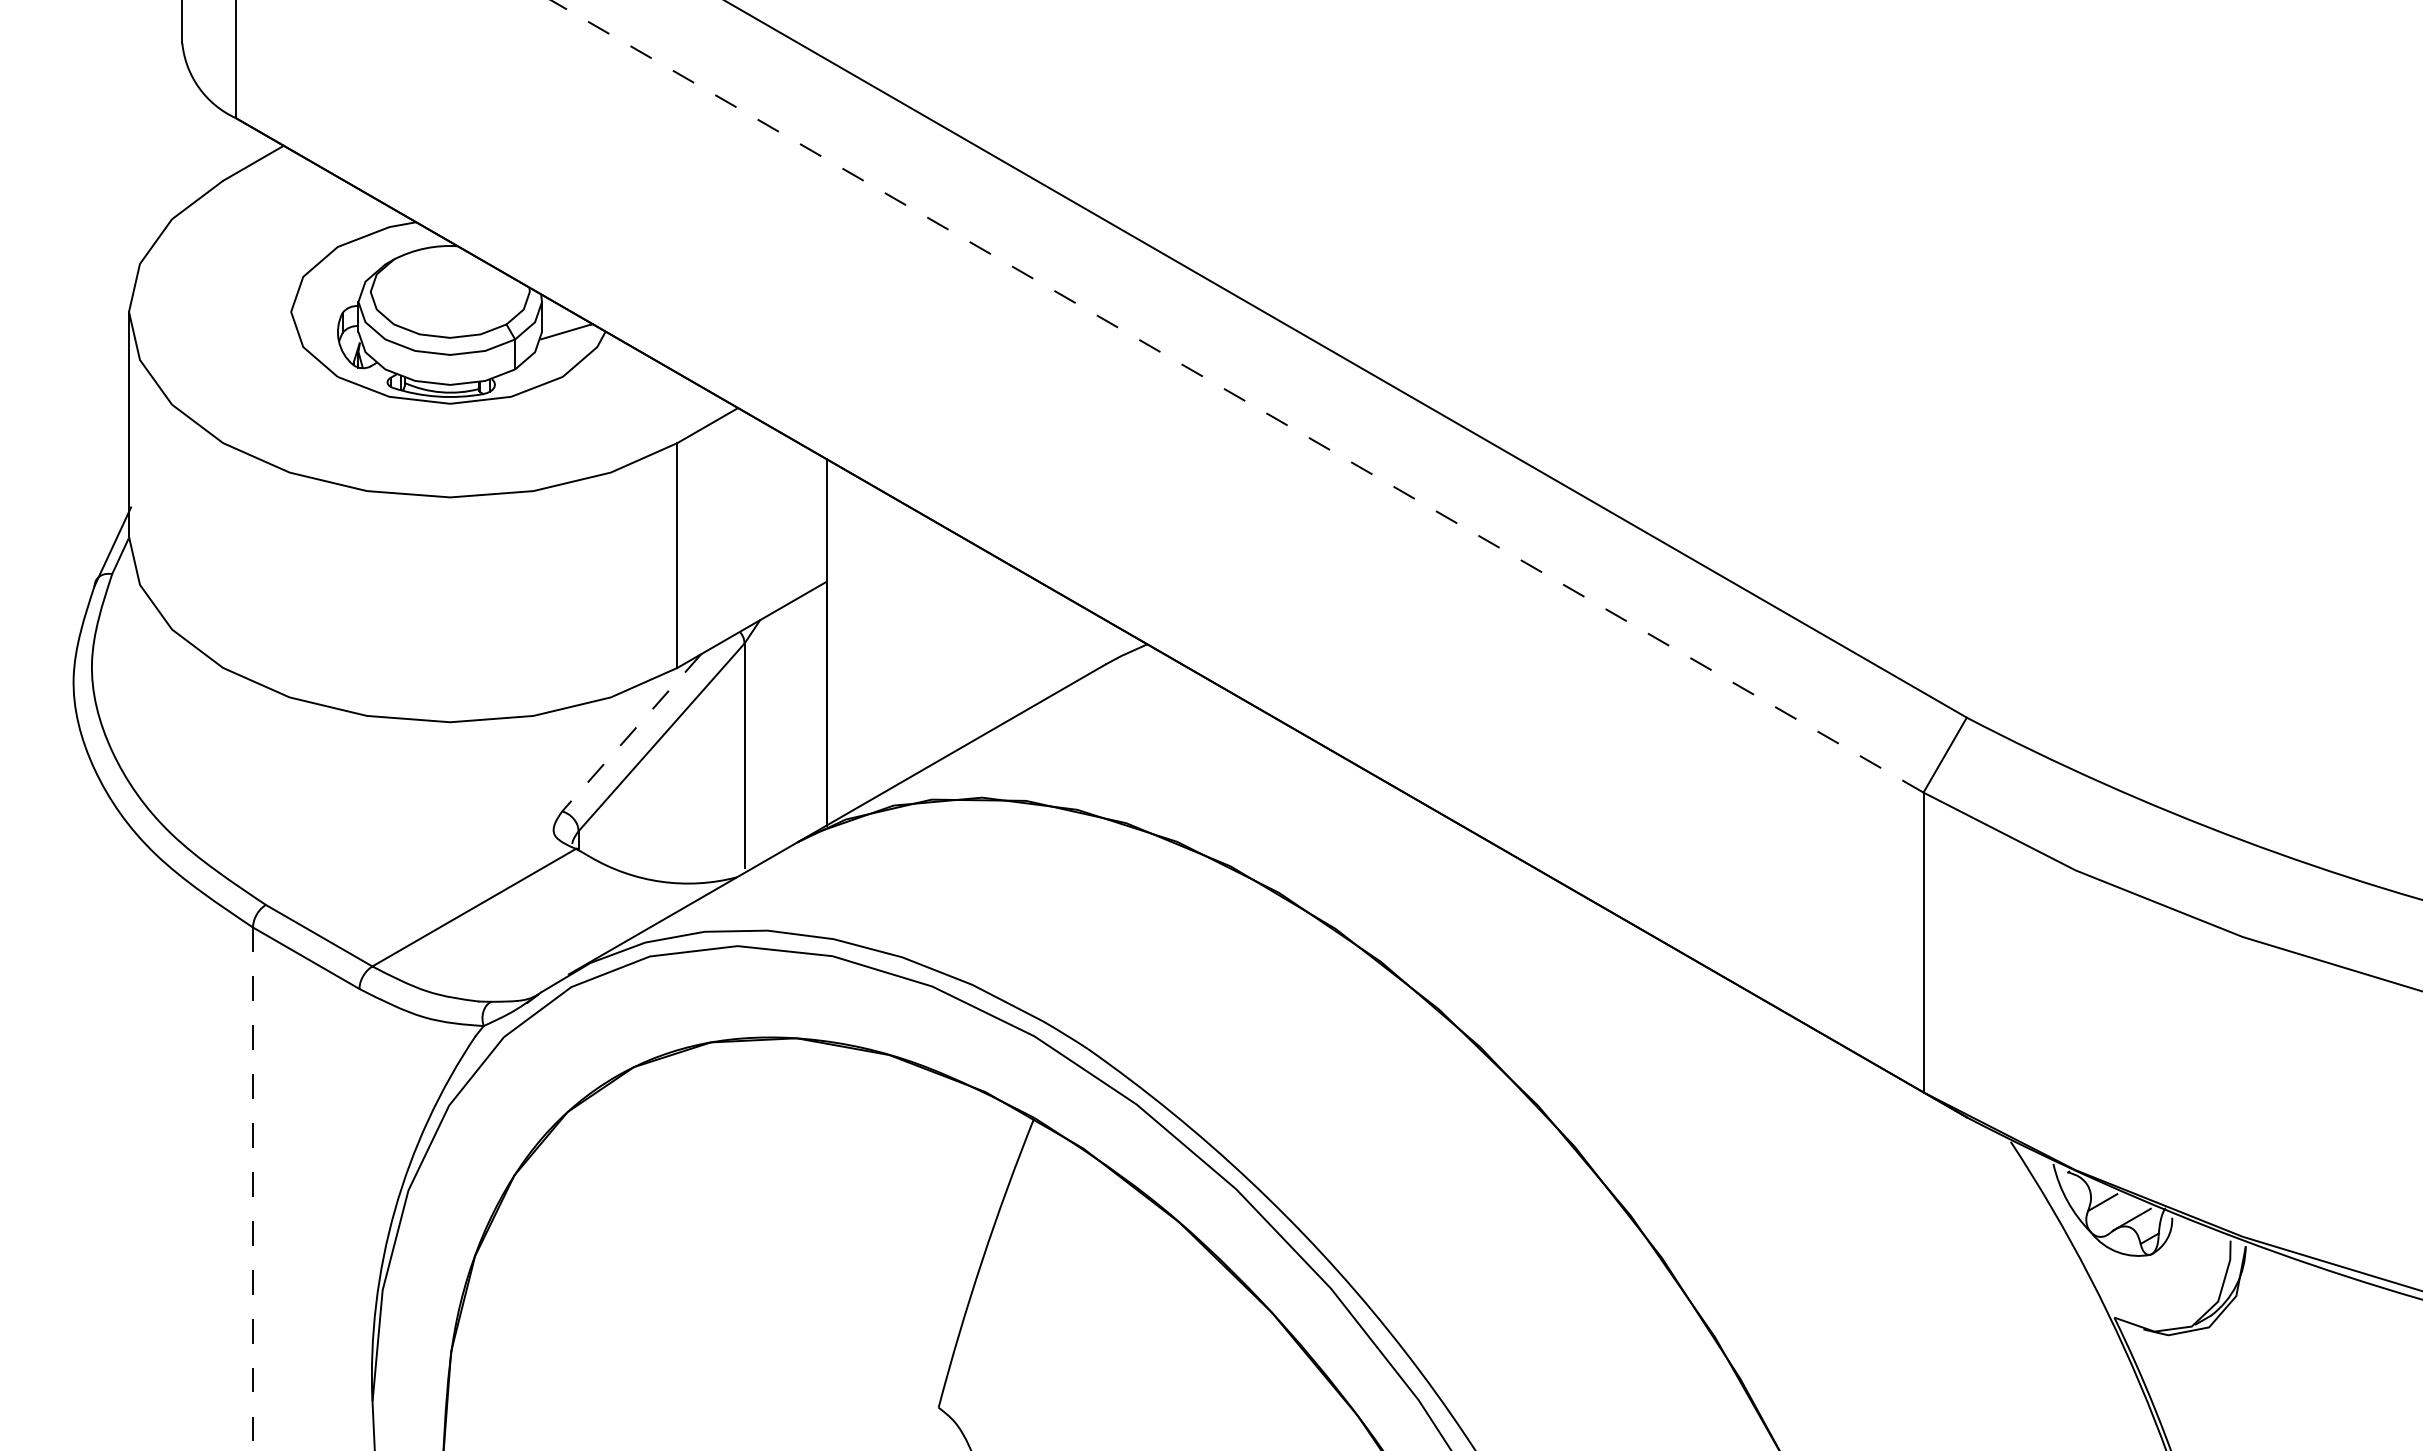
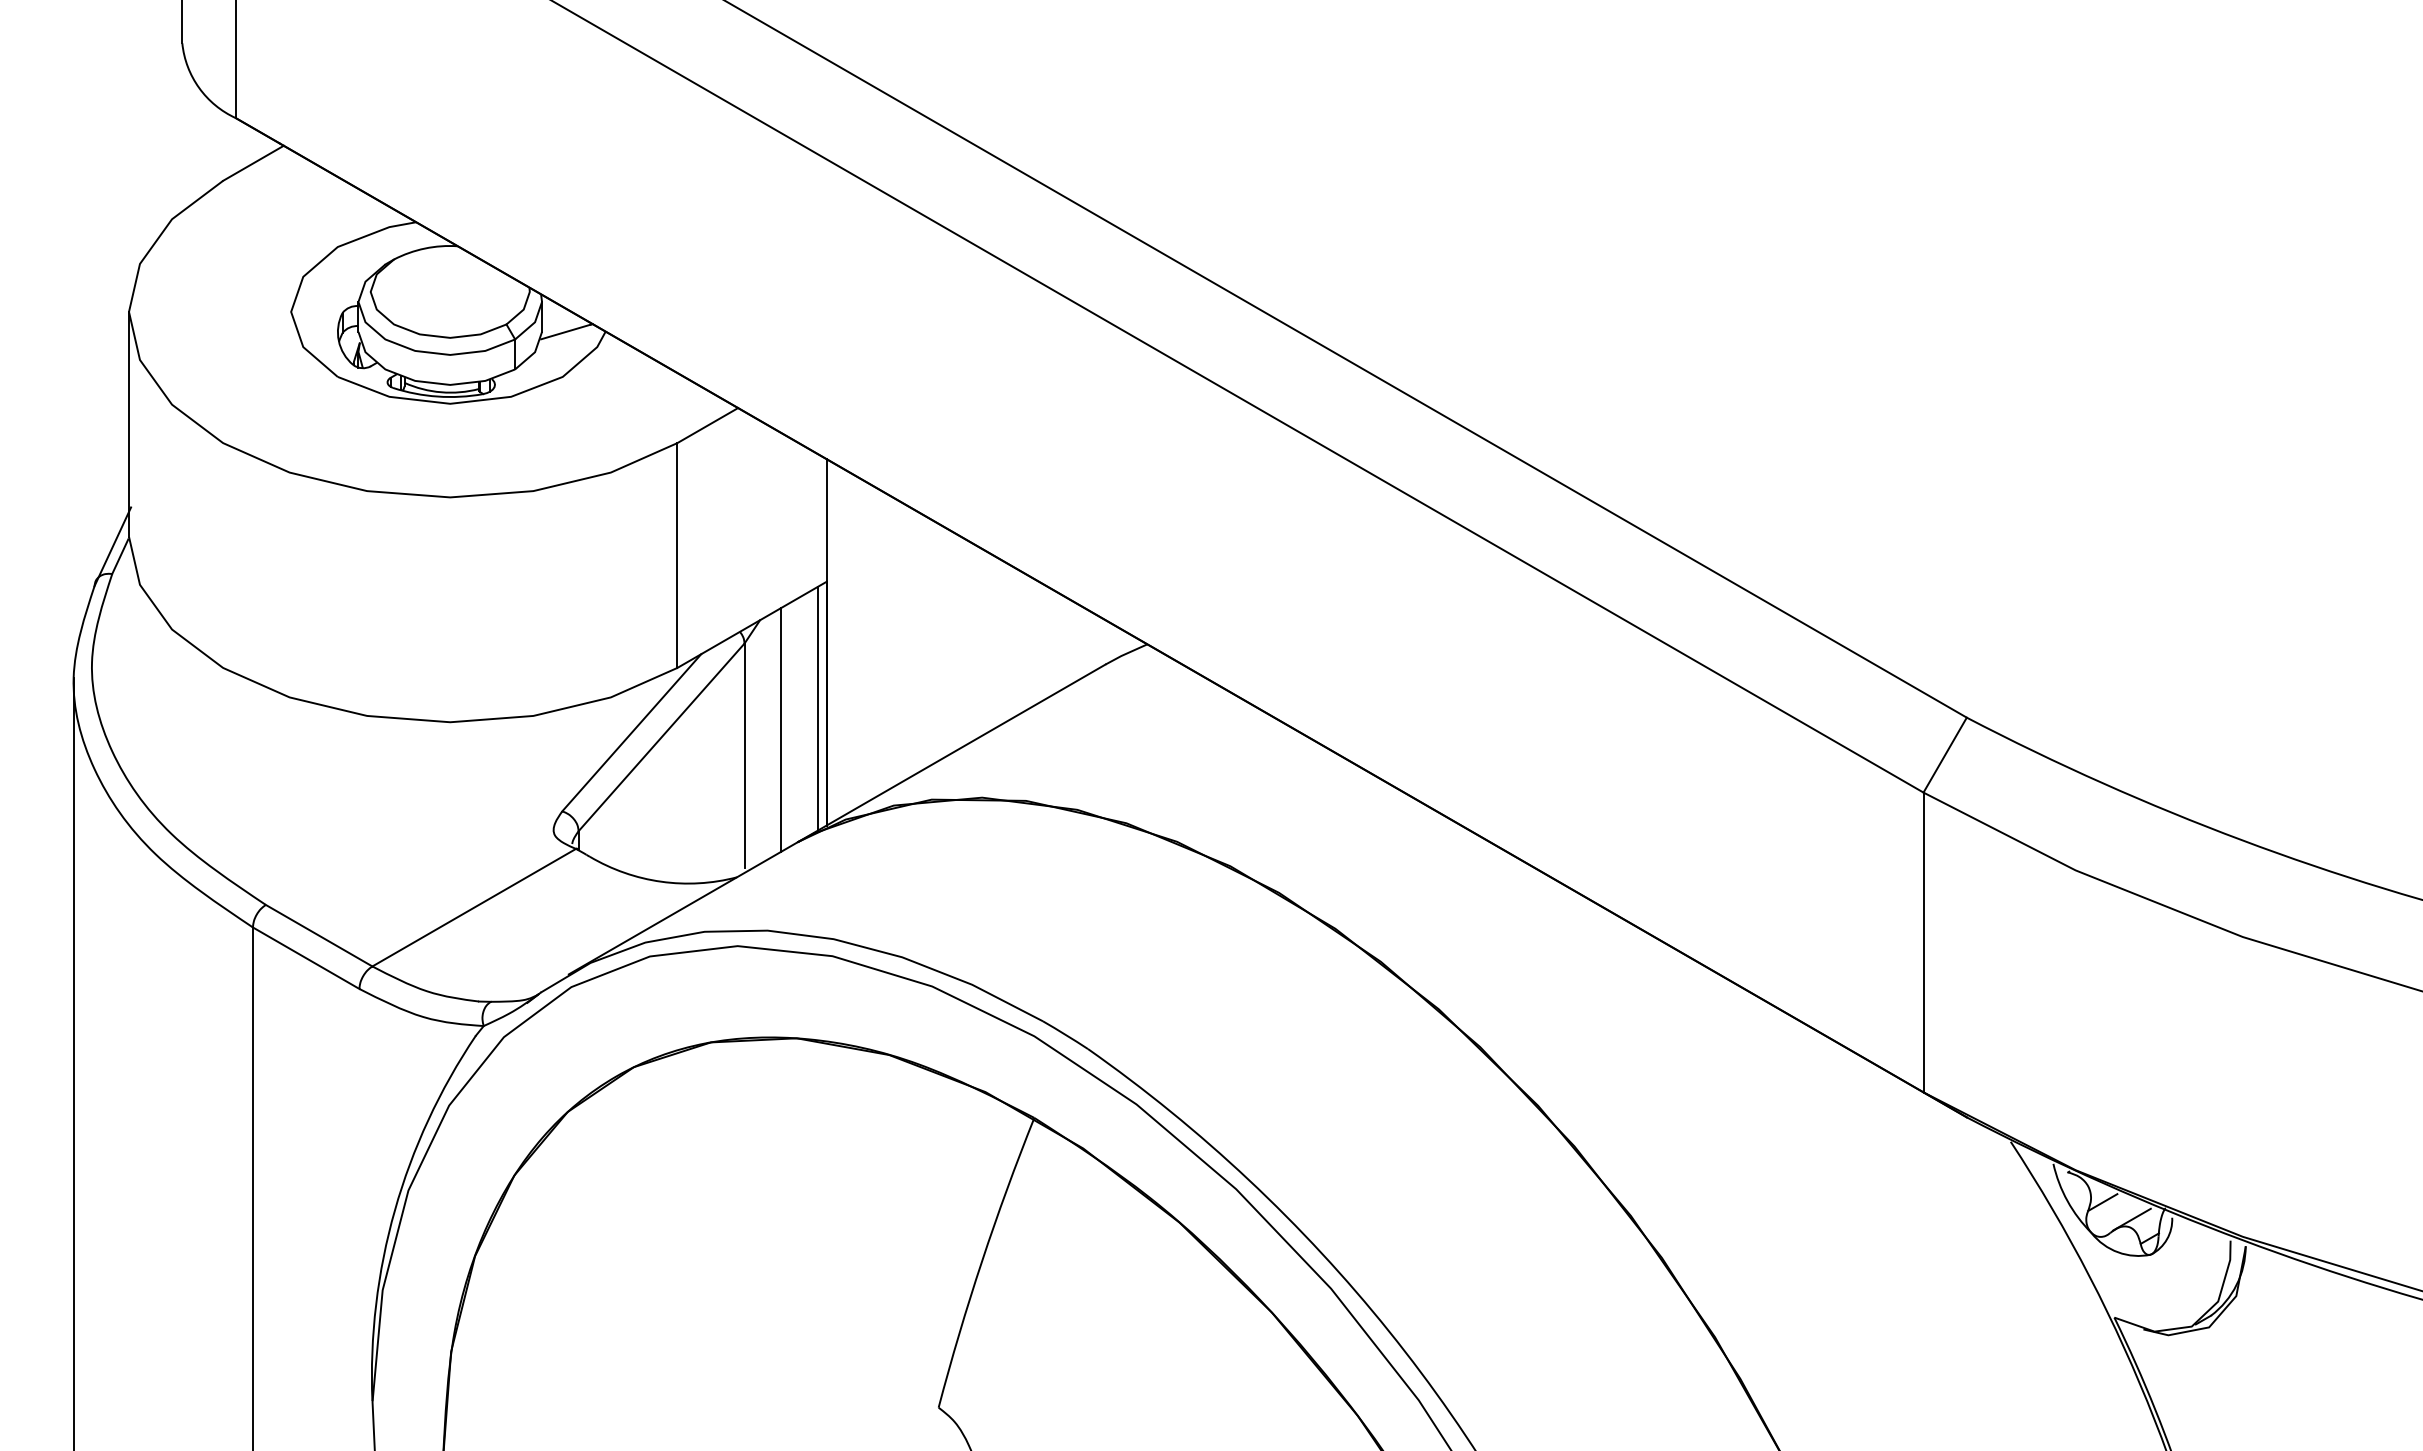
line at (1236, 396): dashed -> solid
line at (817, 708): none -> present
line at (780, 730): none -> present
line at (631, 732): dashed -> solid
line at (73, 1062): none -> present
line at (252, 1189): dashed -> solid
